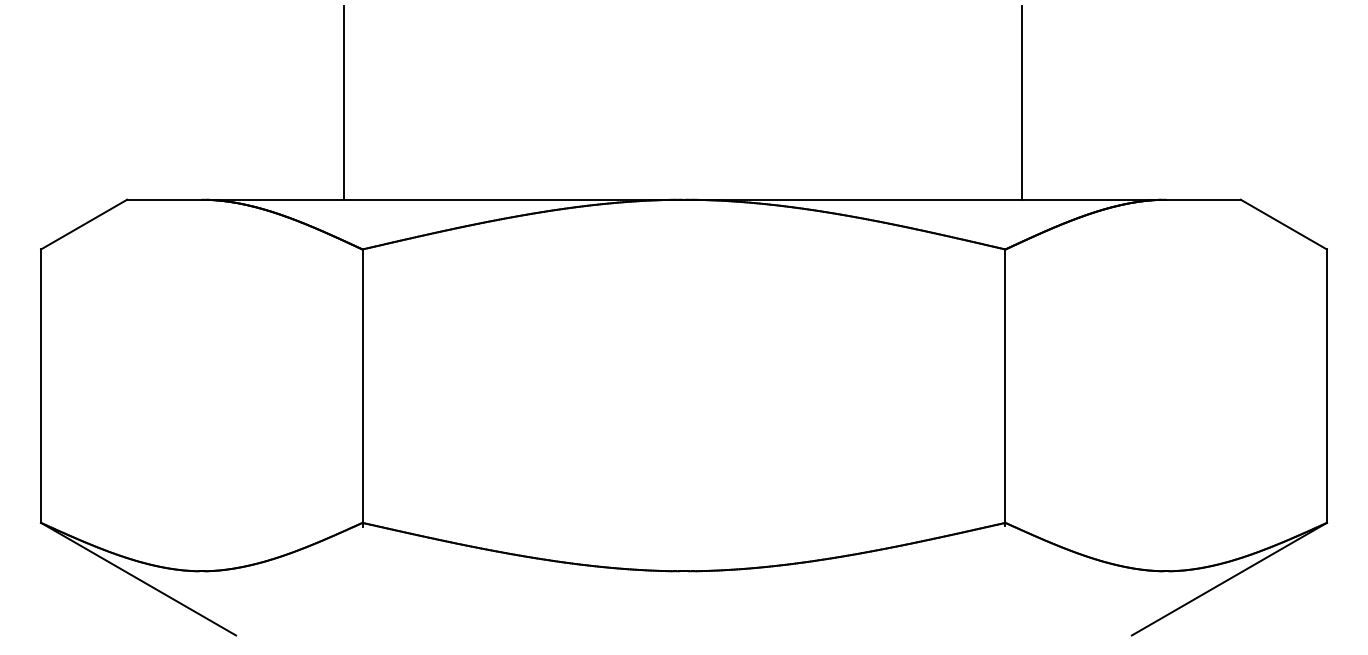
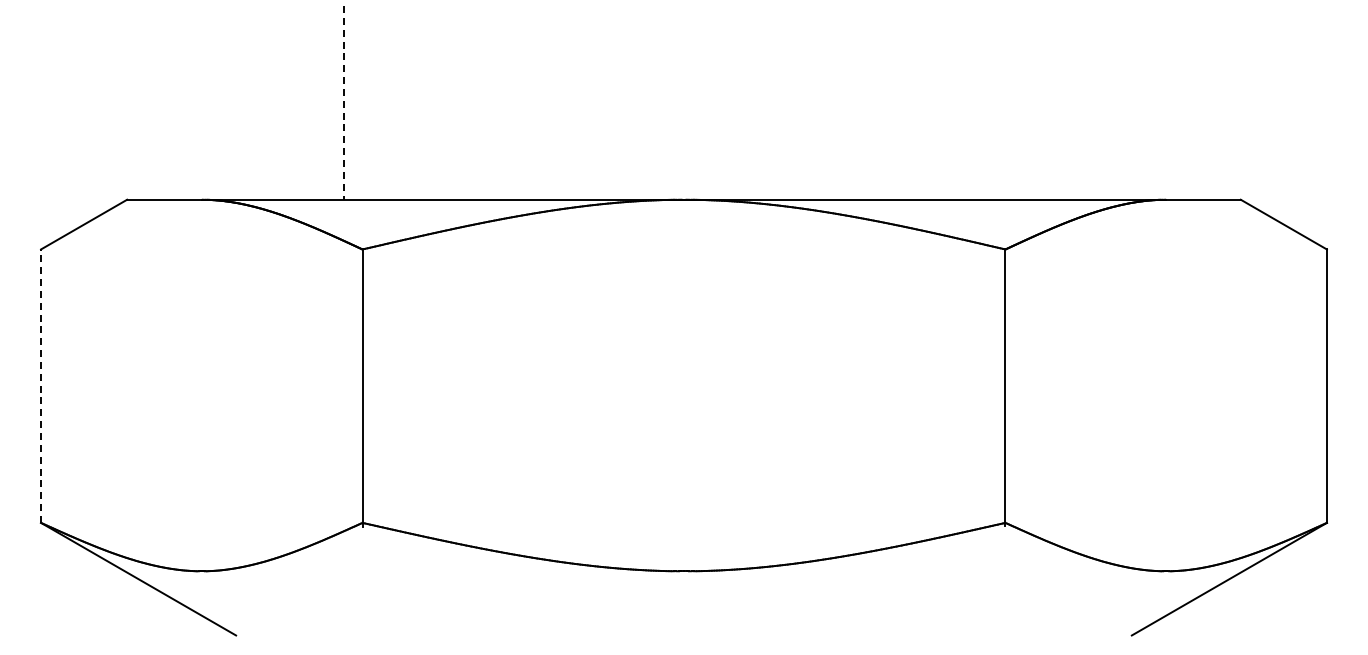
line at (343, 102): solid -> dashed
line at (1021, 102): present -> none
line at (41, 386): solid -> dashed
